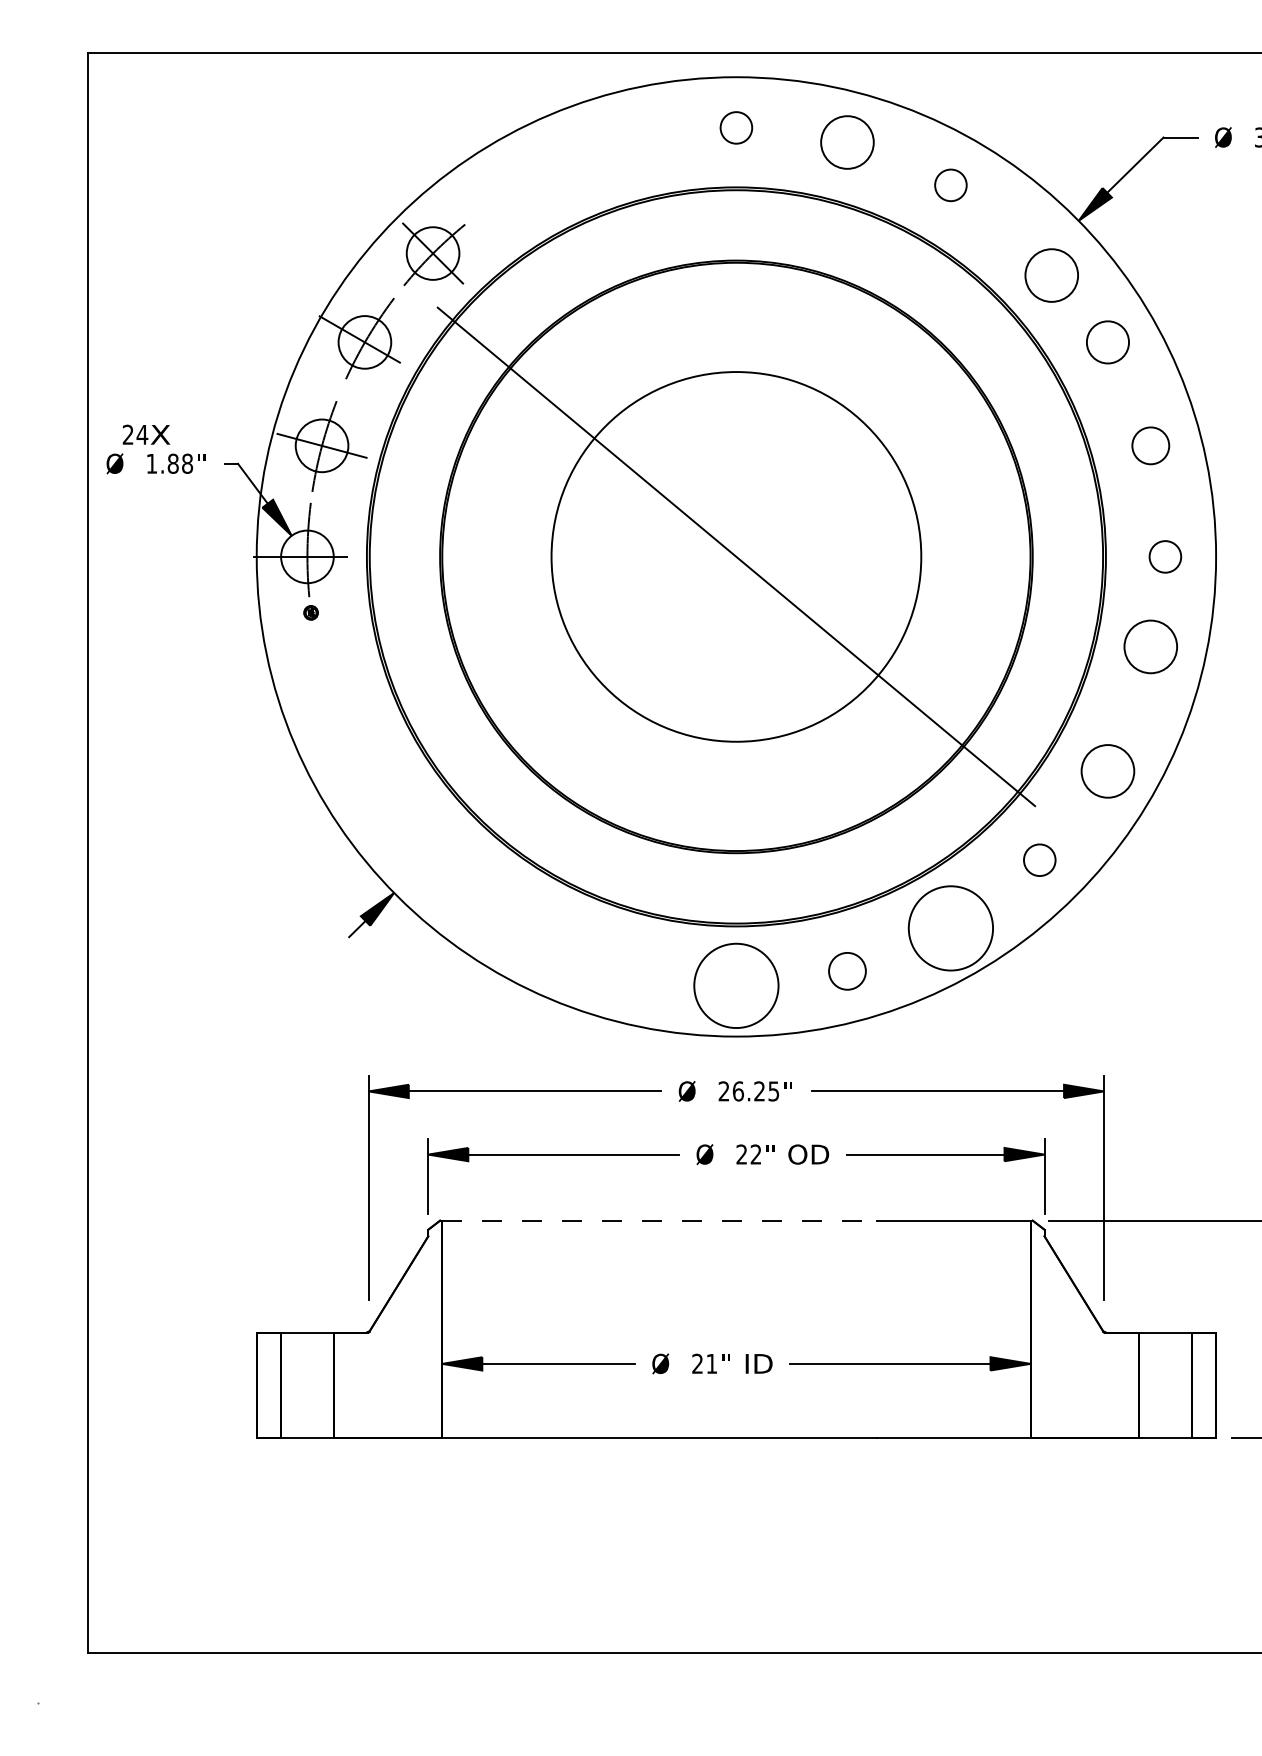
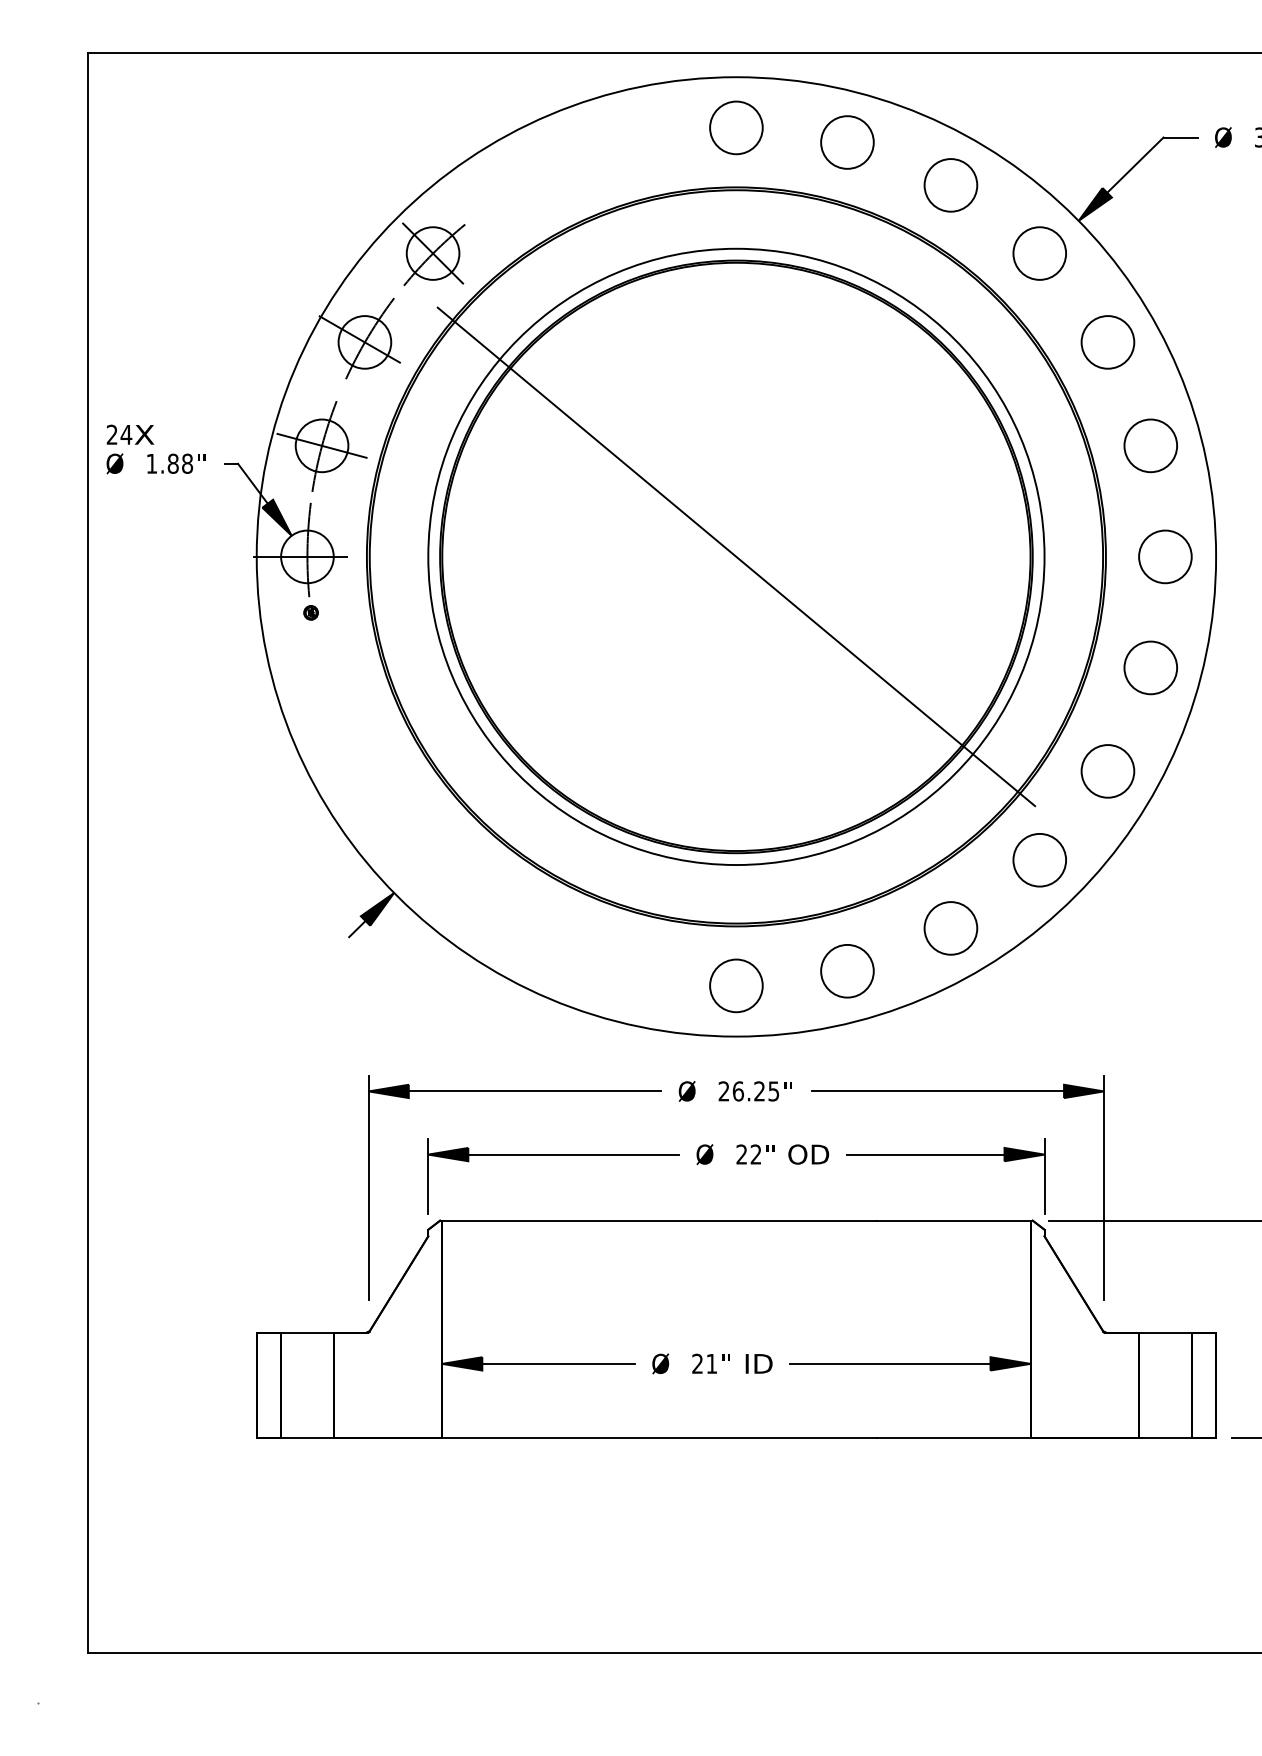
circle at (736, 127) diameter: 32 px -> 53 px
circle at (950, 185) diameter: 32 px -> 53 px
circle at (1051, 275) position: (1051, 275) -> (1039, 253)
circle at (1107, 342) size: 44x45 px -> 56x55 px
text at (146, 434) position: (146, 434) -> (130, 434)
circle at (1150, 445) diameter: 37 px -> 53 px
circle at (736, 556) diameter: 370 px -> 616 px
circle at (1165, 556) diameter: 32 px -> 53 px
circle at (1150, 646) position: (1150, 646) -> (1150, 667)
circle at (1039, 860) diameter: 32 px -> 53 px
circle at (950, 928) diameter: 84 px -> 53 px
circle at (847, 971) size: 39x39 px -> 55x55 px
circle at (736, 985) diameter: 84 px -> 53 px
line at (659, 1220): dashed -> solid
